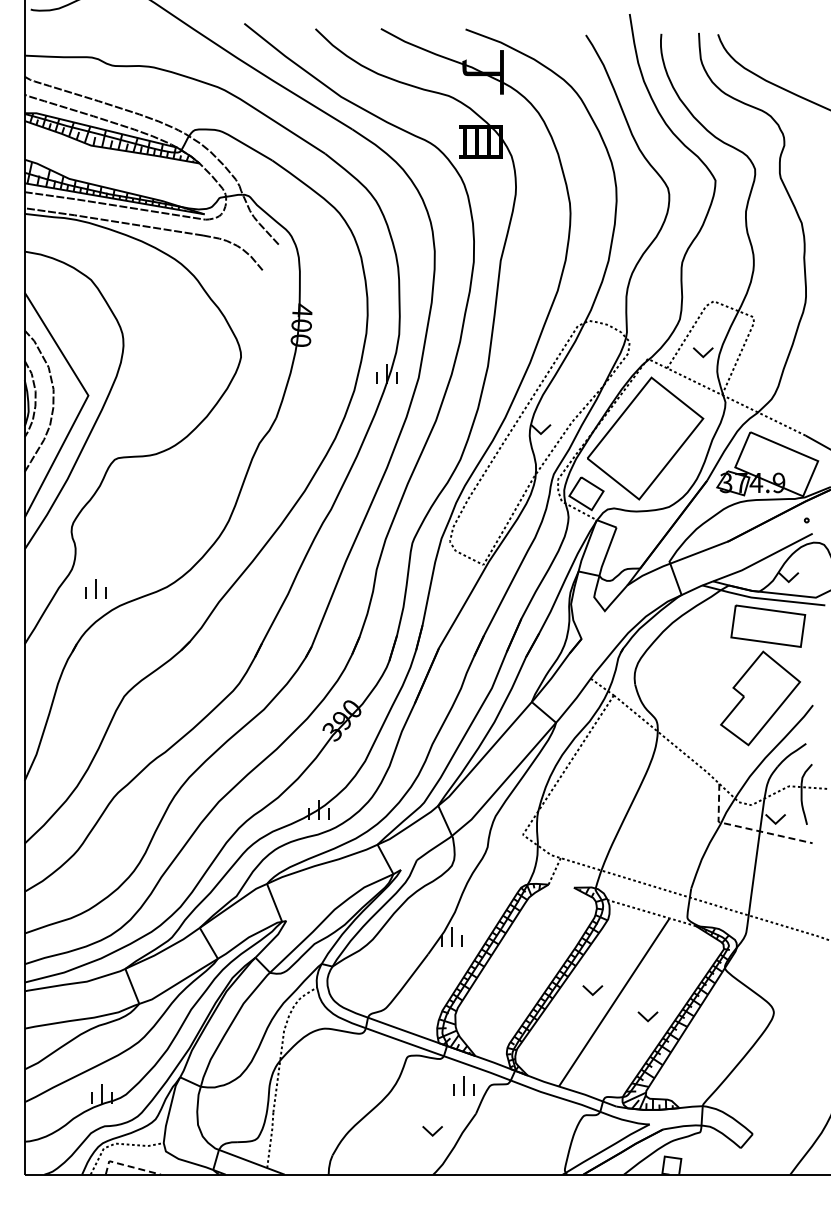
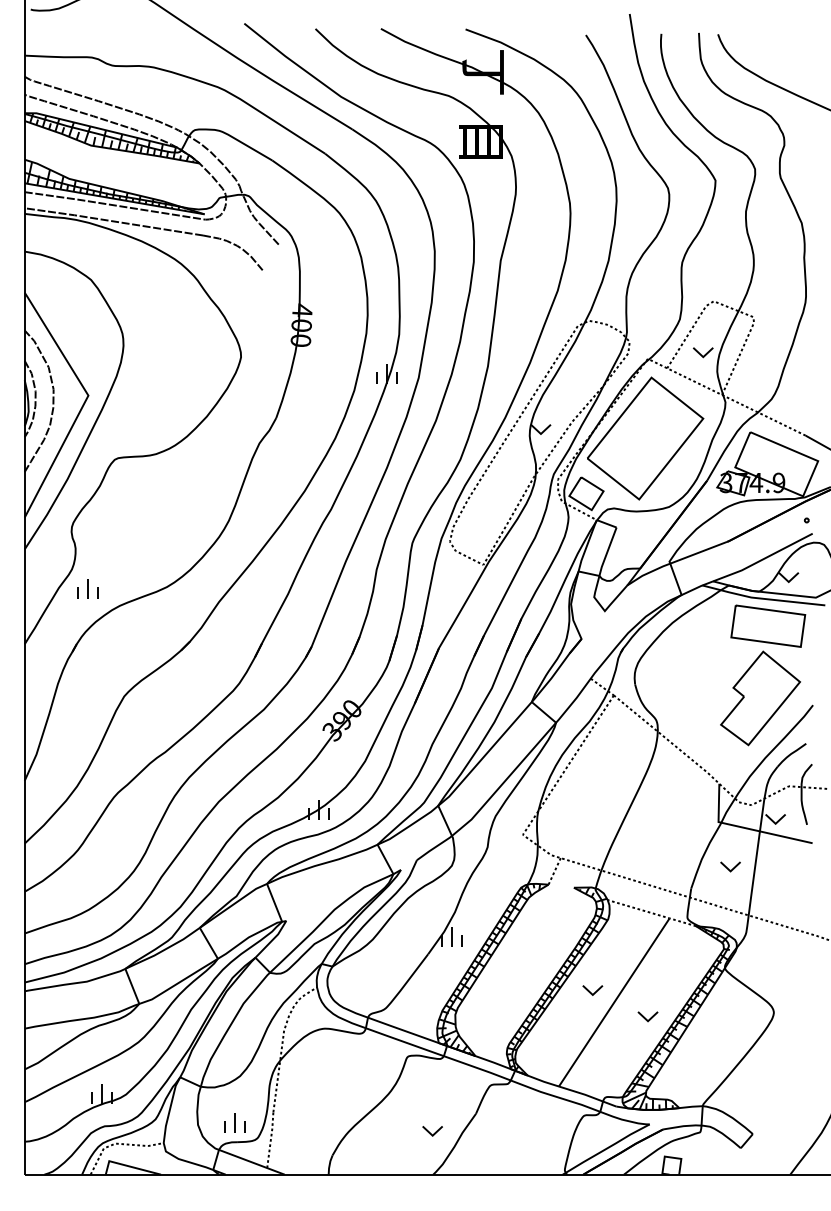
part at (95, 588) position: (95, 588) -> (87, 588)
line at (746, 828): dashed -> solid
part at (730, 866): none -> present
part at (463, 1085) position: (463, 1085) -> (234, 1122)
line at (128, 1166): dashed -> solid
